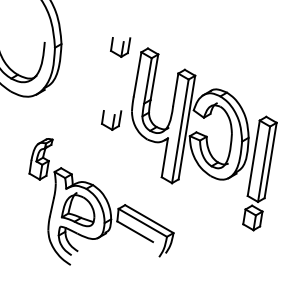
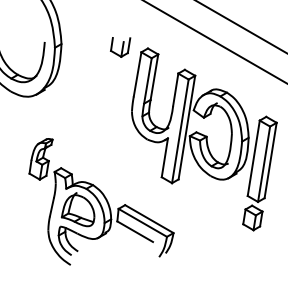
line at (241, 26): none -> present
line at (214, 42): none -> present
part at (111, 120): present -> none
